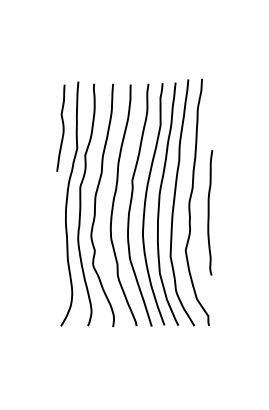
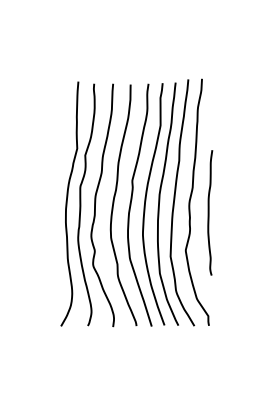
curve at (62, 127): present -> none
